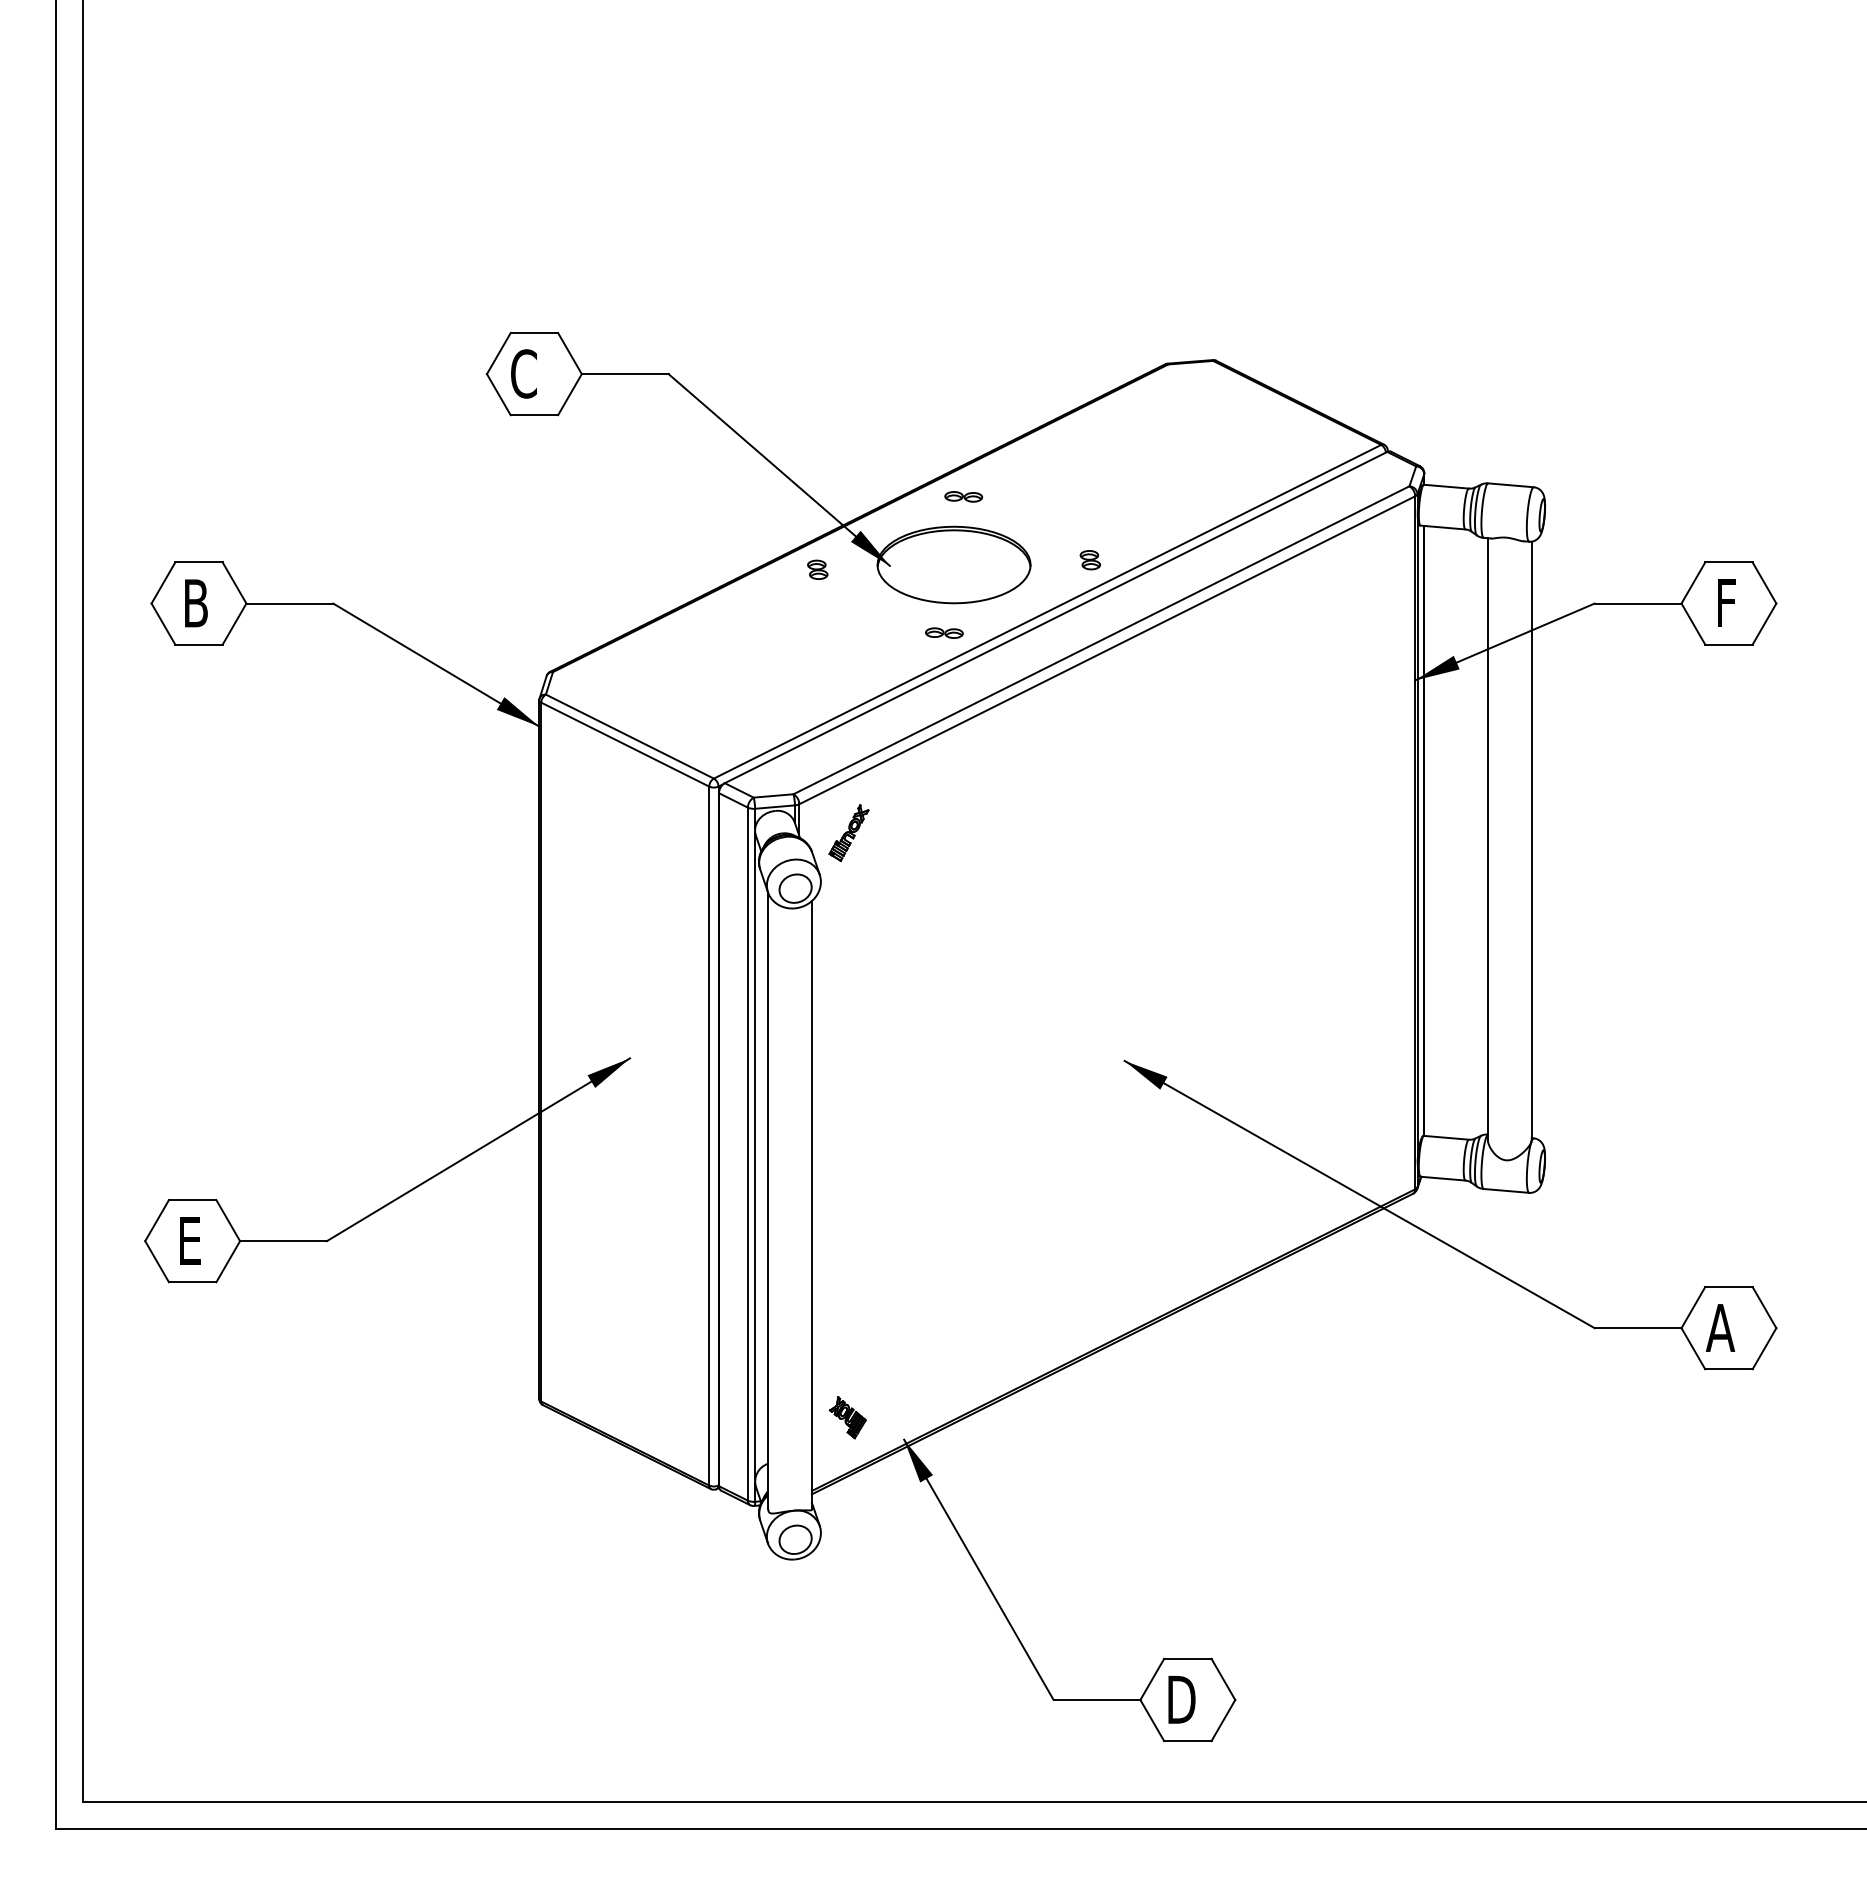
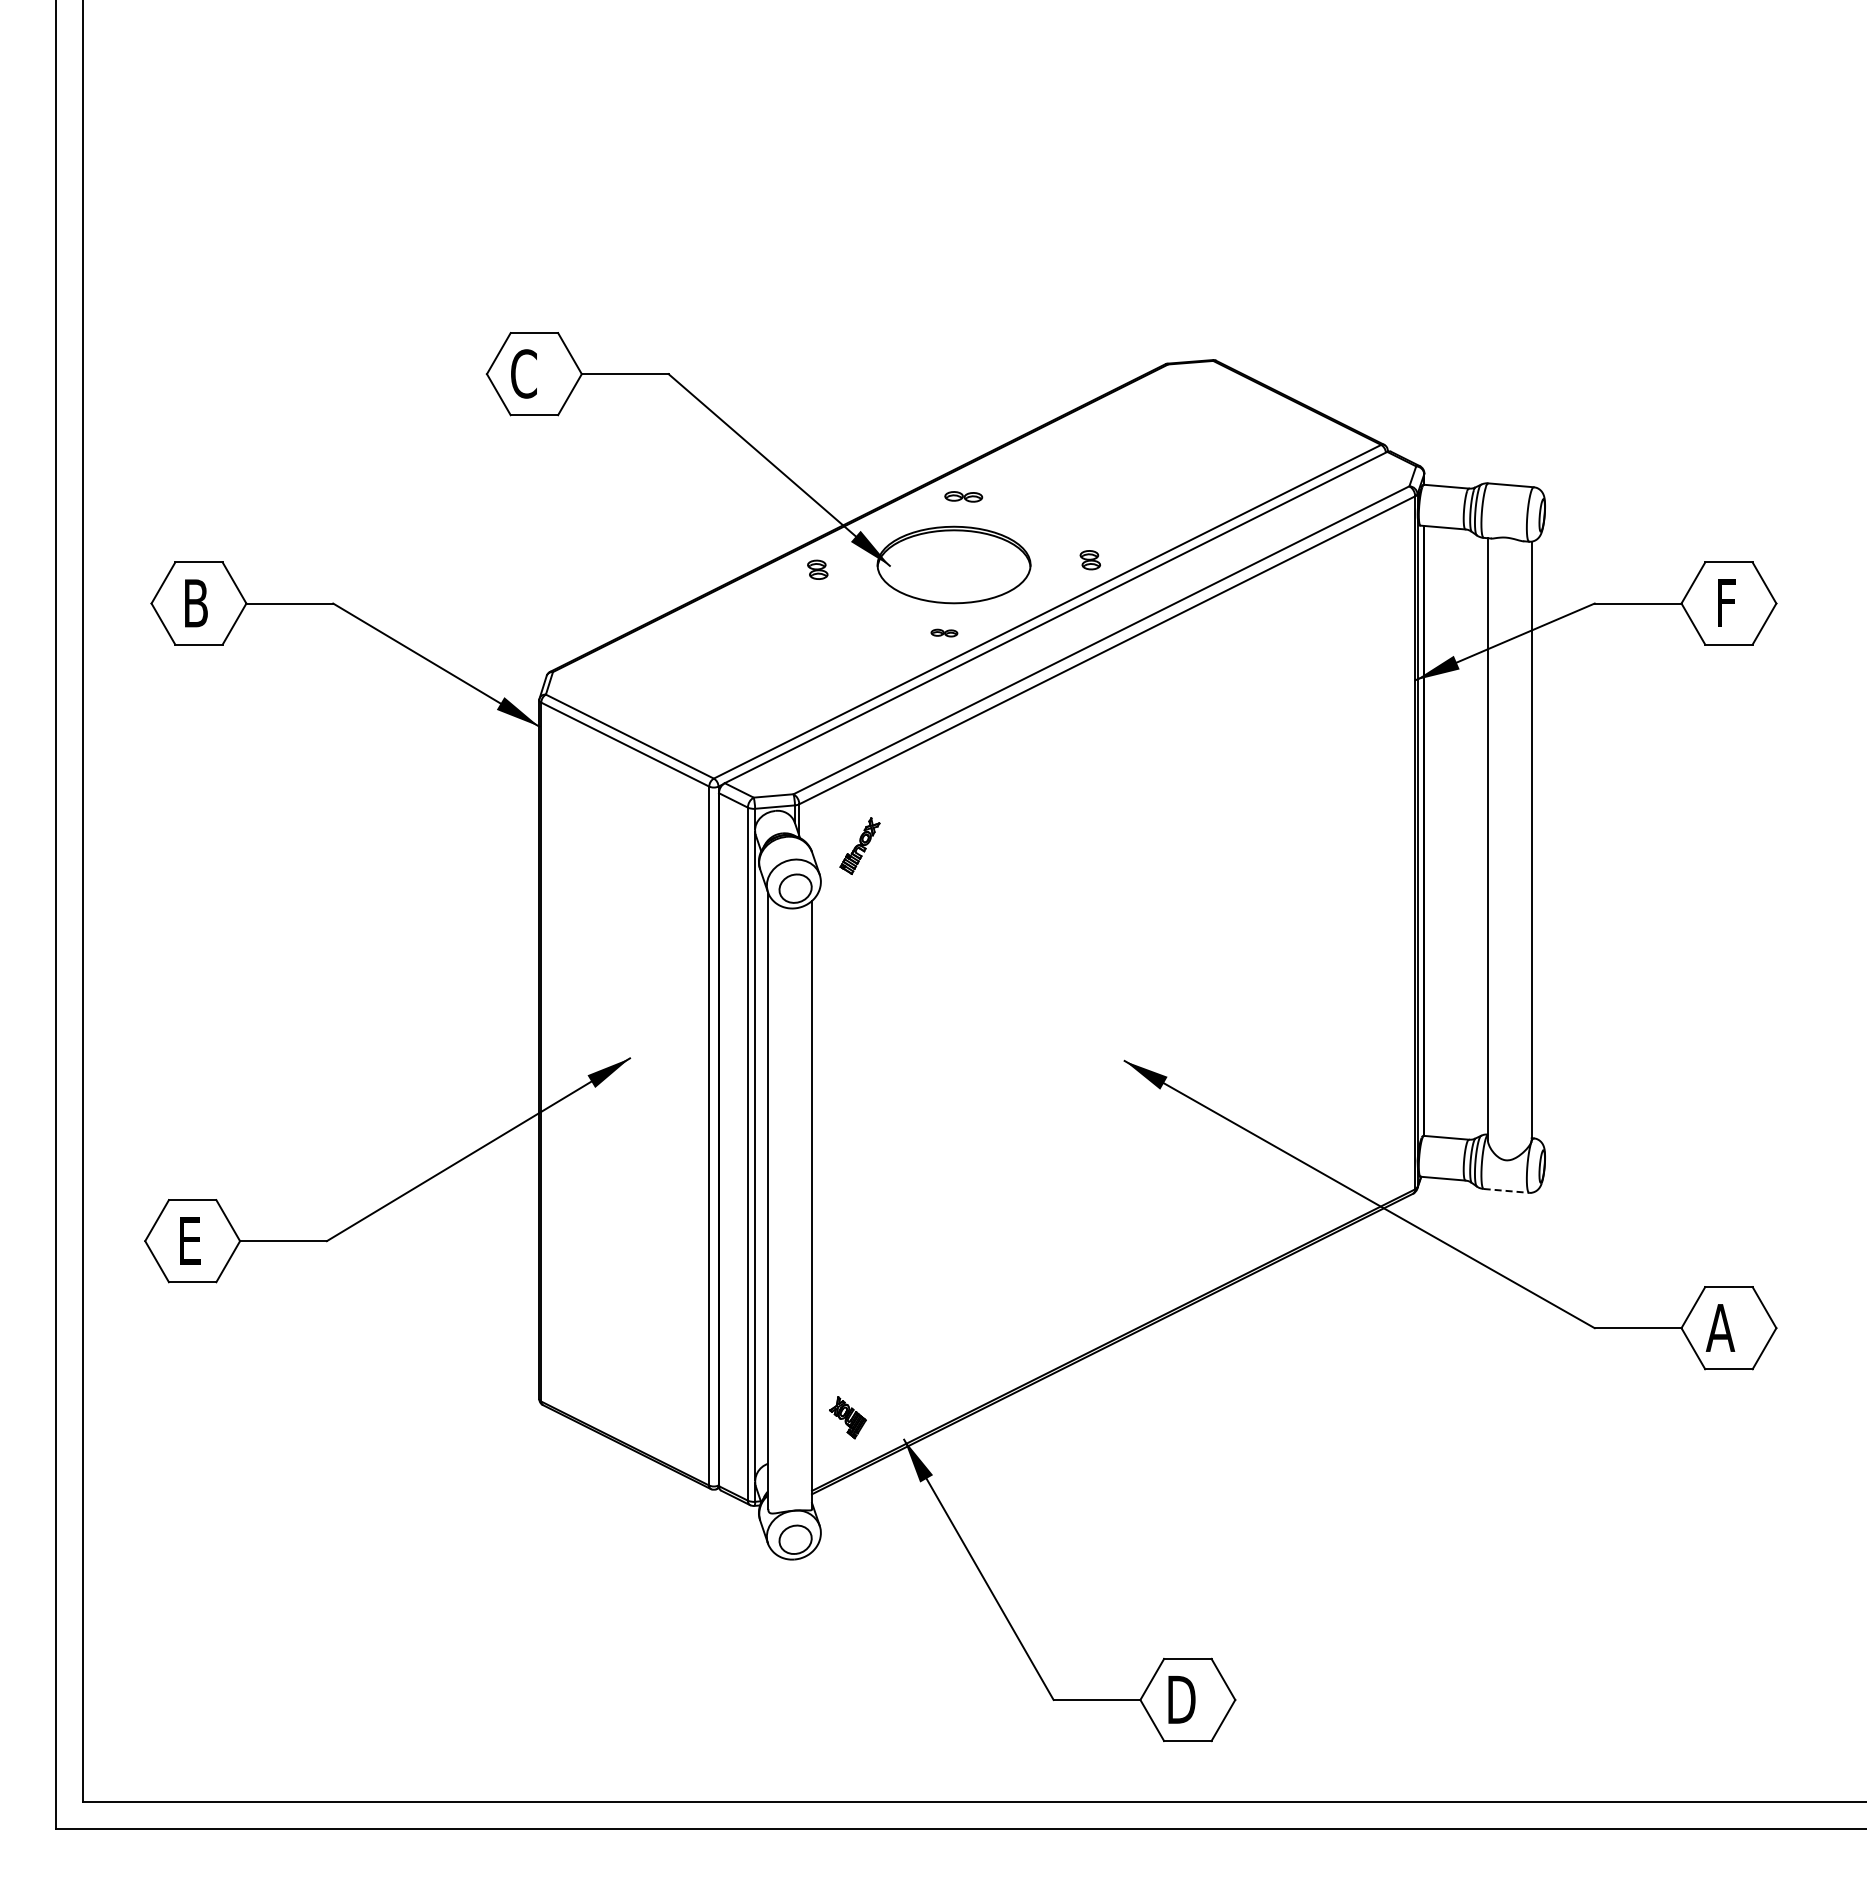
part at (944, 632) size: 39x12 px -> 29x10 px
part at (848, 832) position: (848, 832) -> (859, 845)
line at (1506, 1190): solid -> dashed
